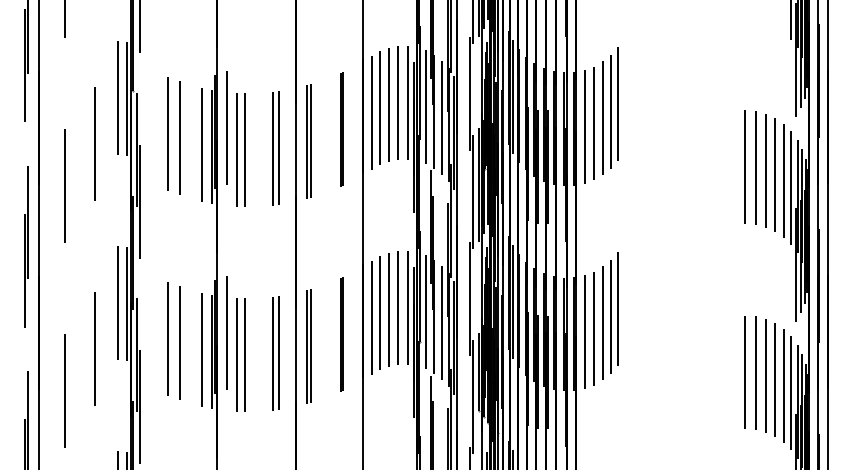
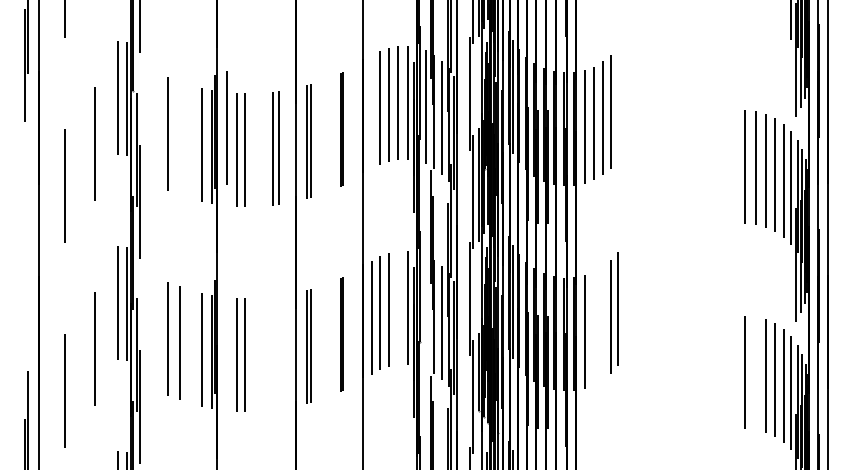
line at (618, 103): present -> none
line at (371, 112): present -> none
line at (179, 137): present -> none
part at (26, 246): present -> none
line at (398, 308): present -> none
line at (426, 312): present -> none
line at (603, 323): present -> none
line at (594, 328): present -> none
line at (226, 332): present -> none
part at (275, 353): present -> none
line at (755, 373): present -> none
